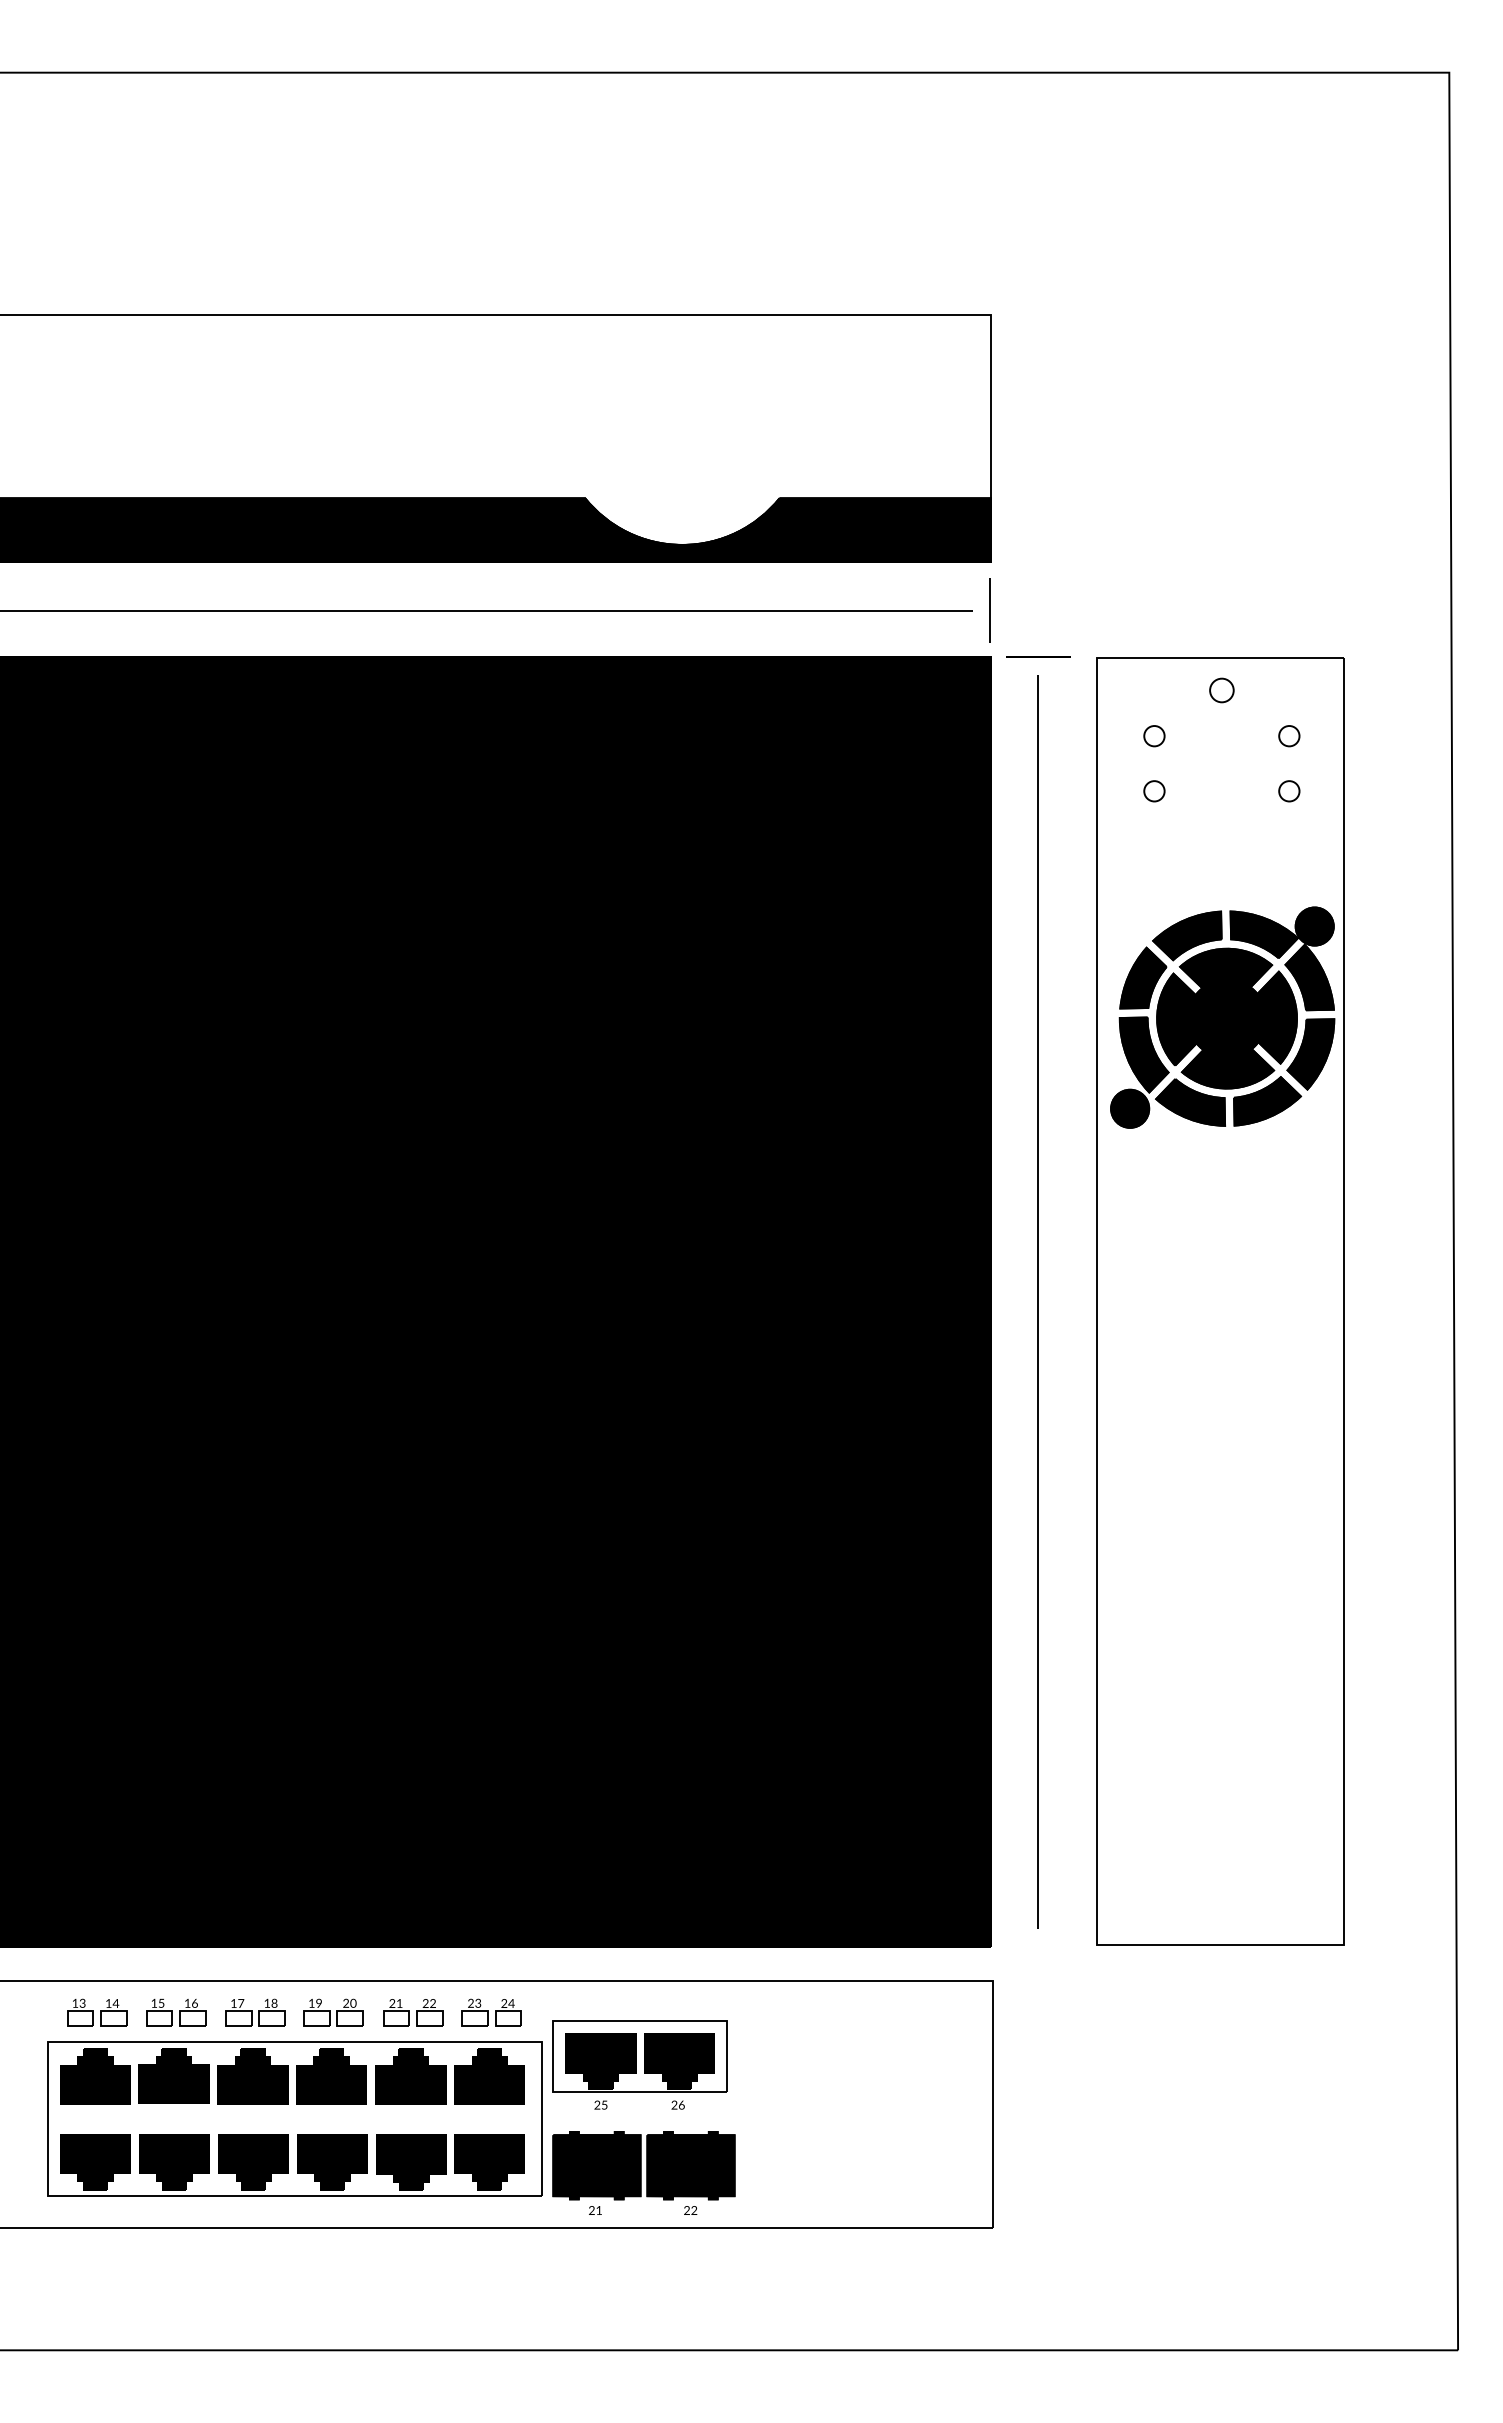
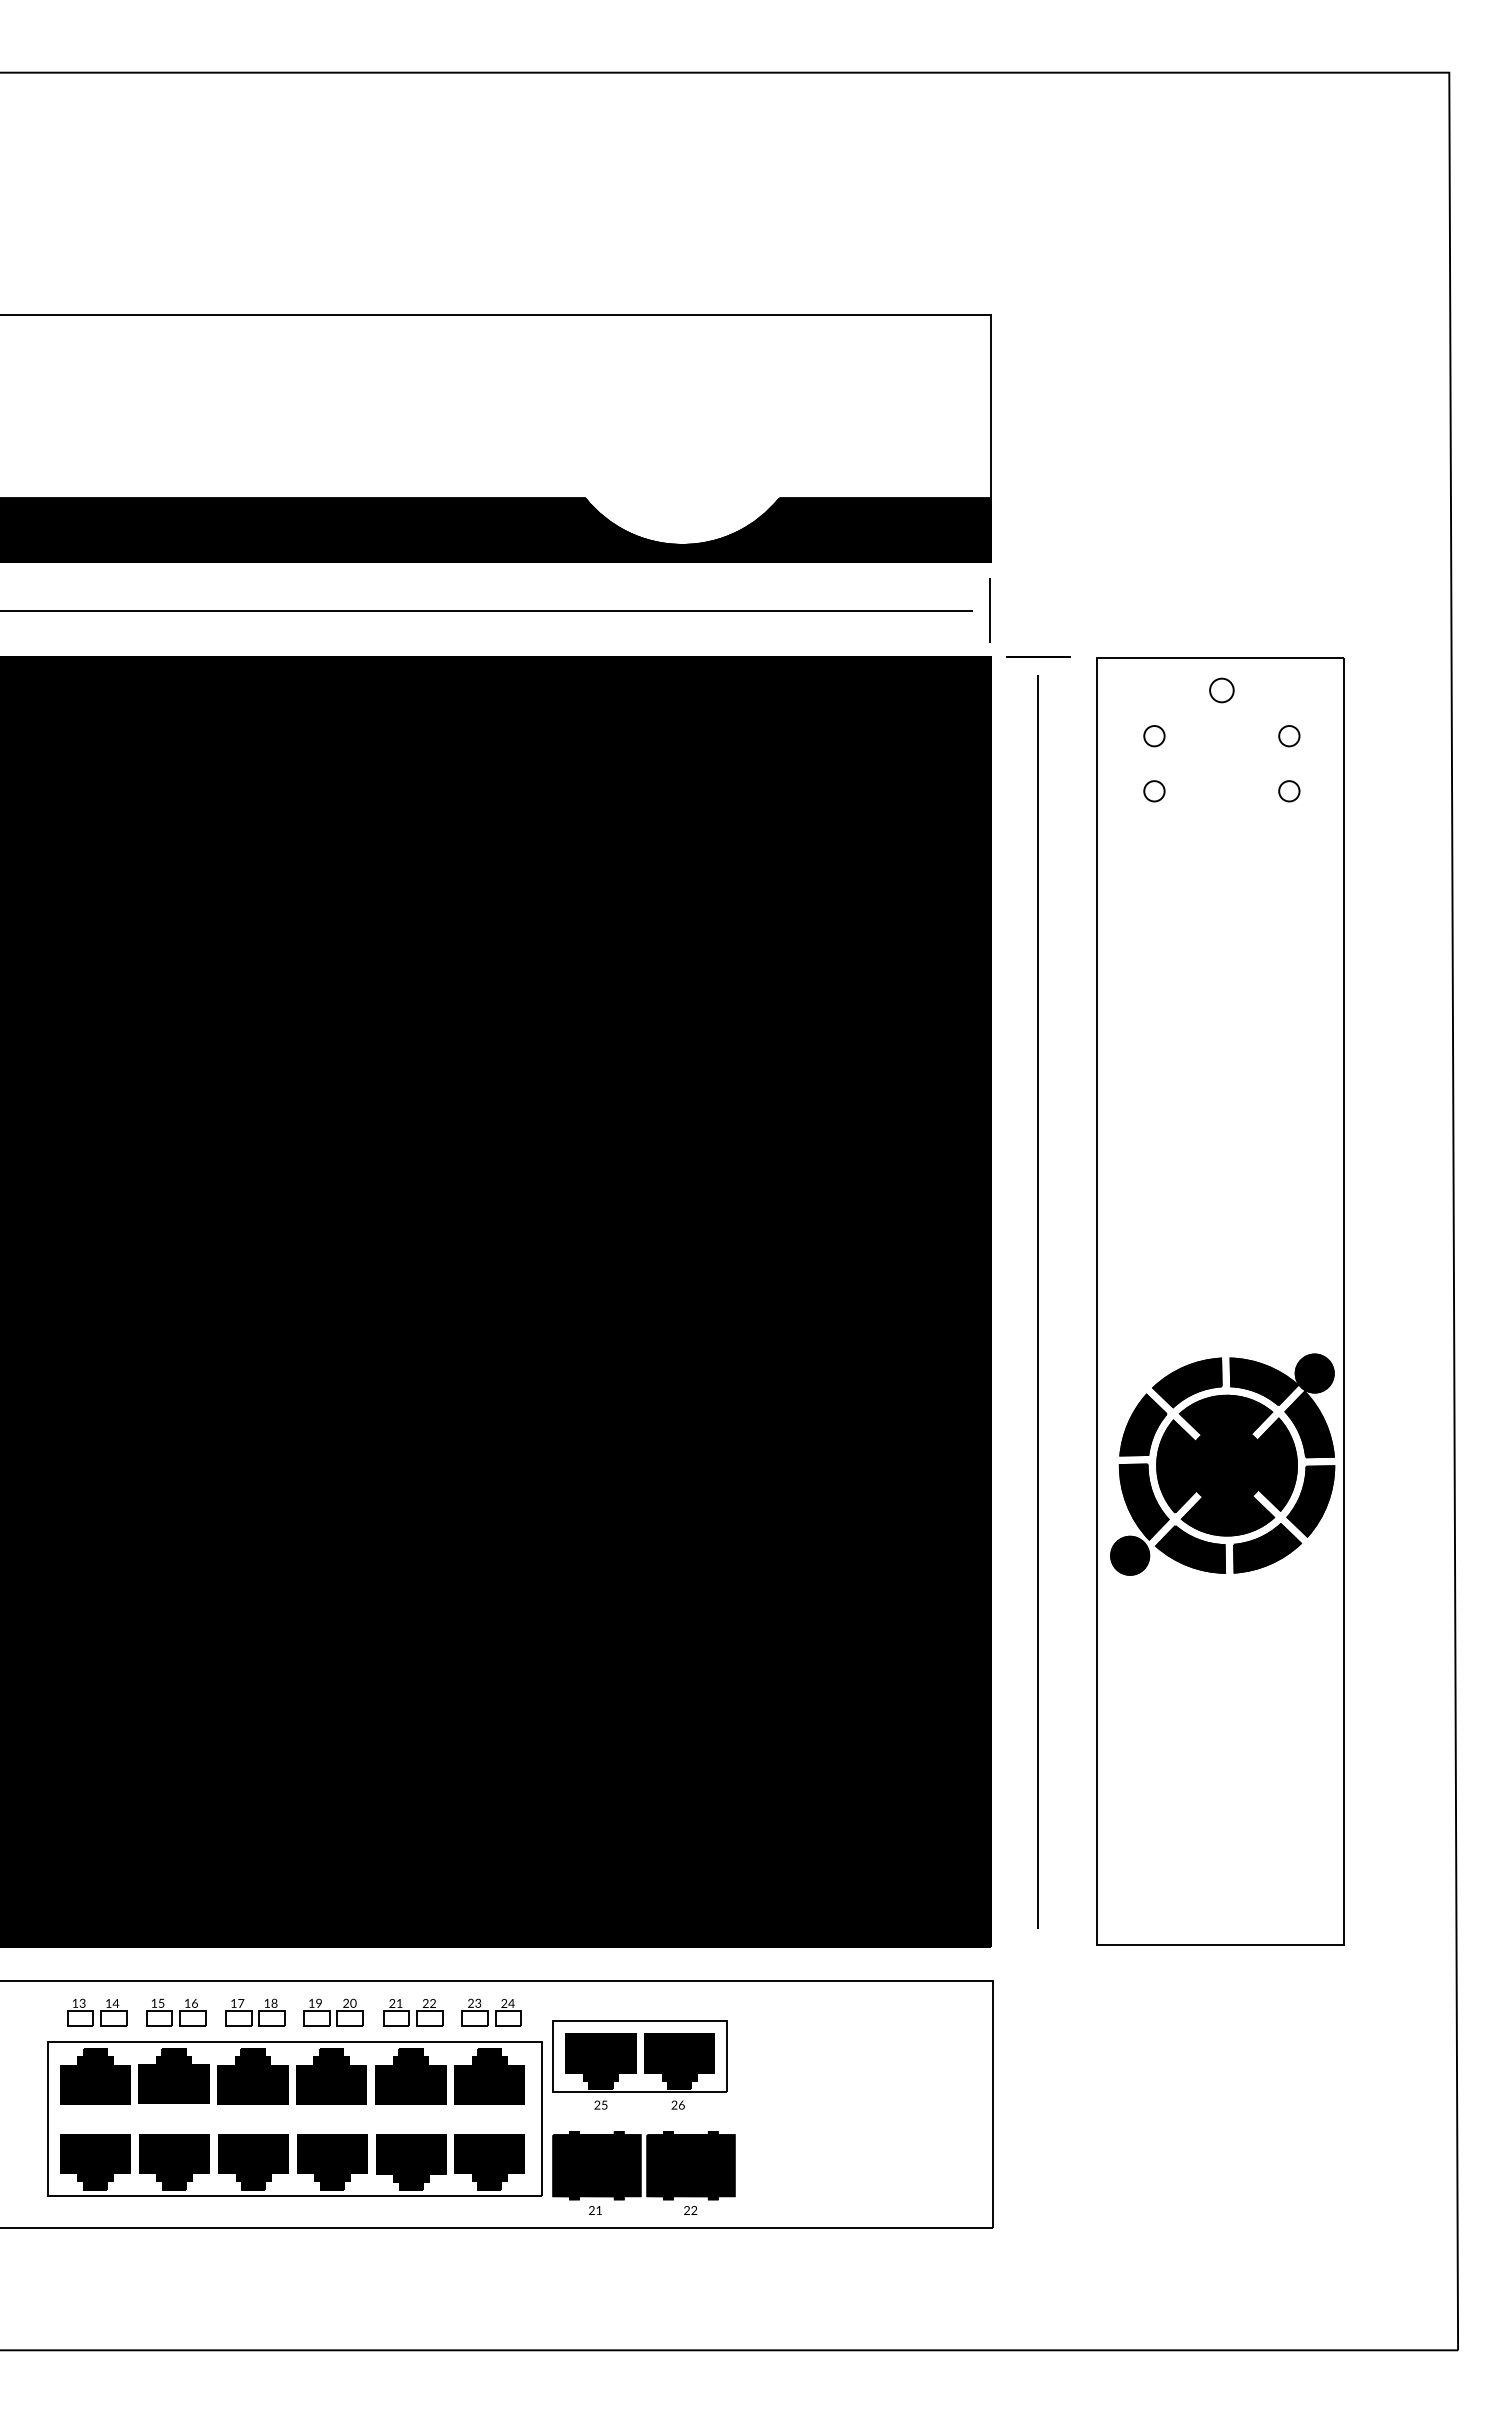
part at (1222, 1017) position: (1222, 1017) -> (1222, 1464)
